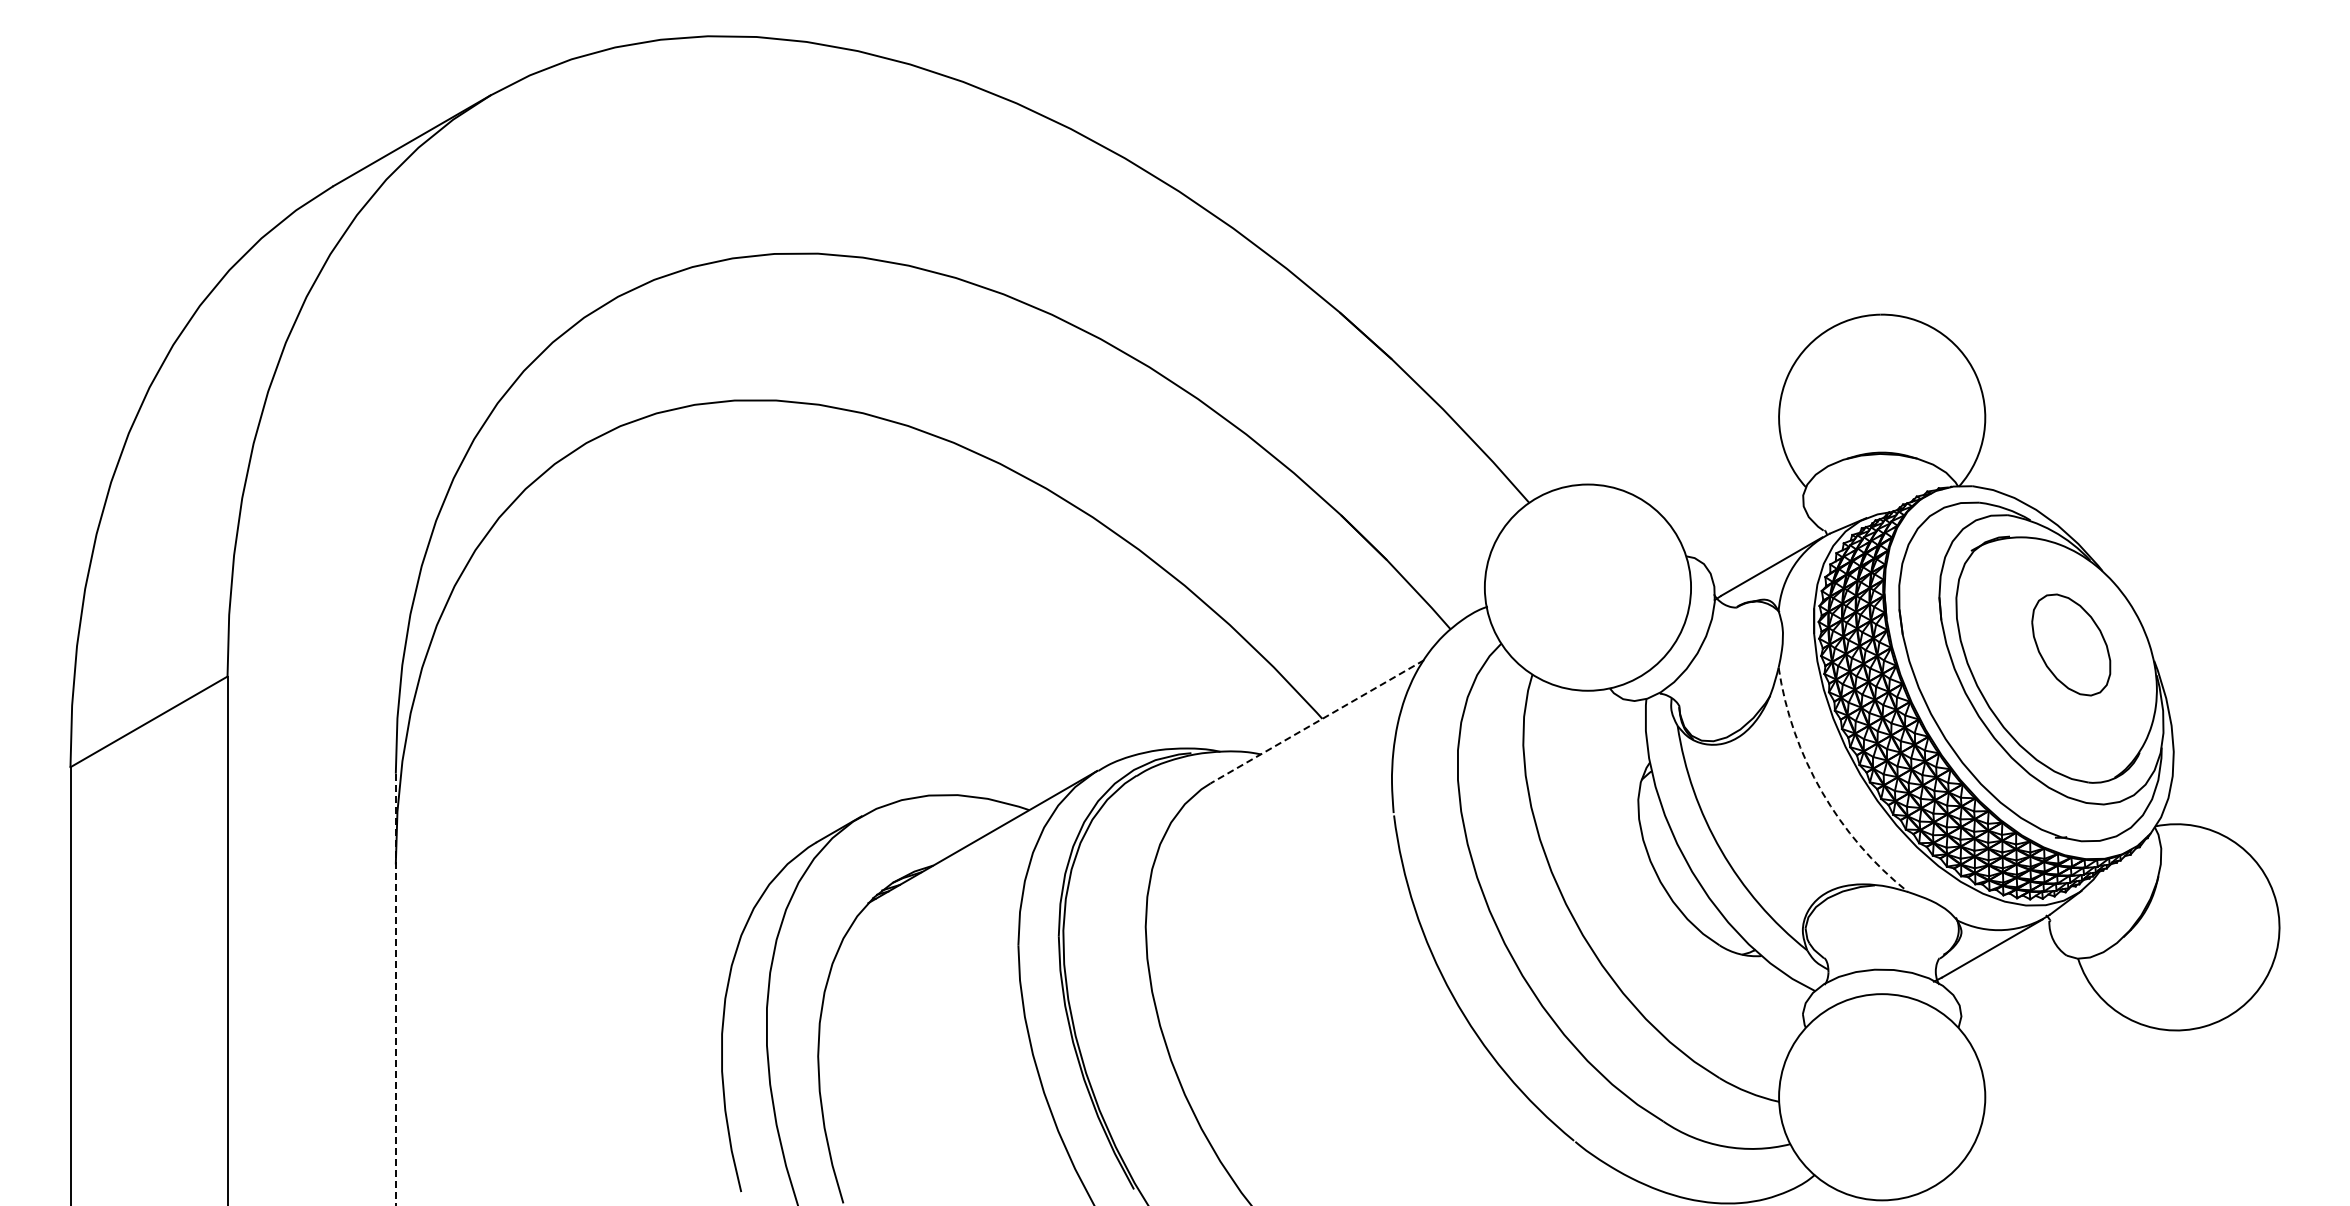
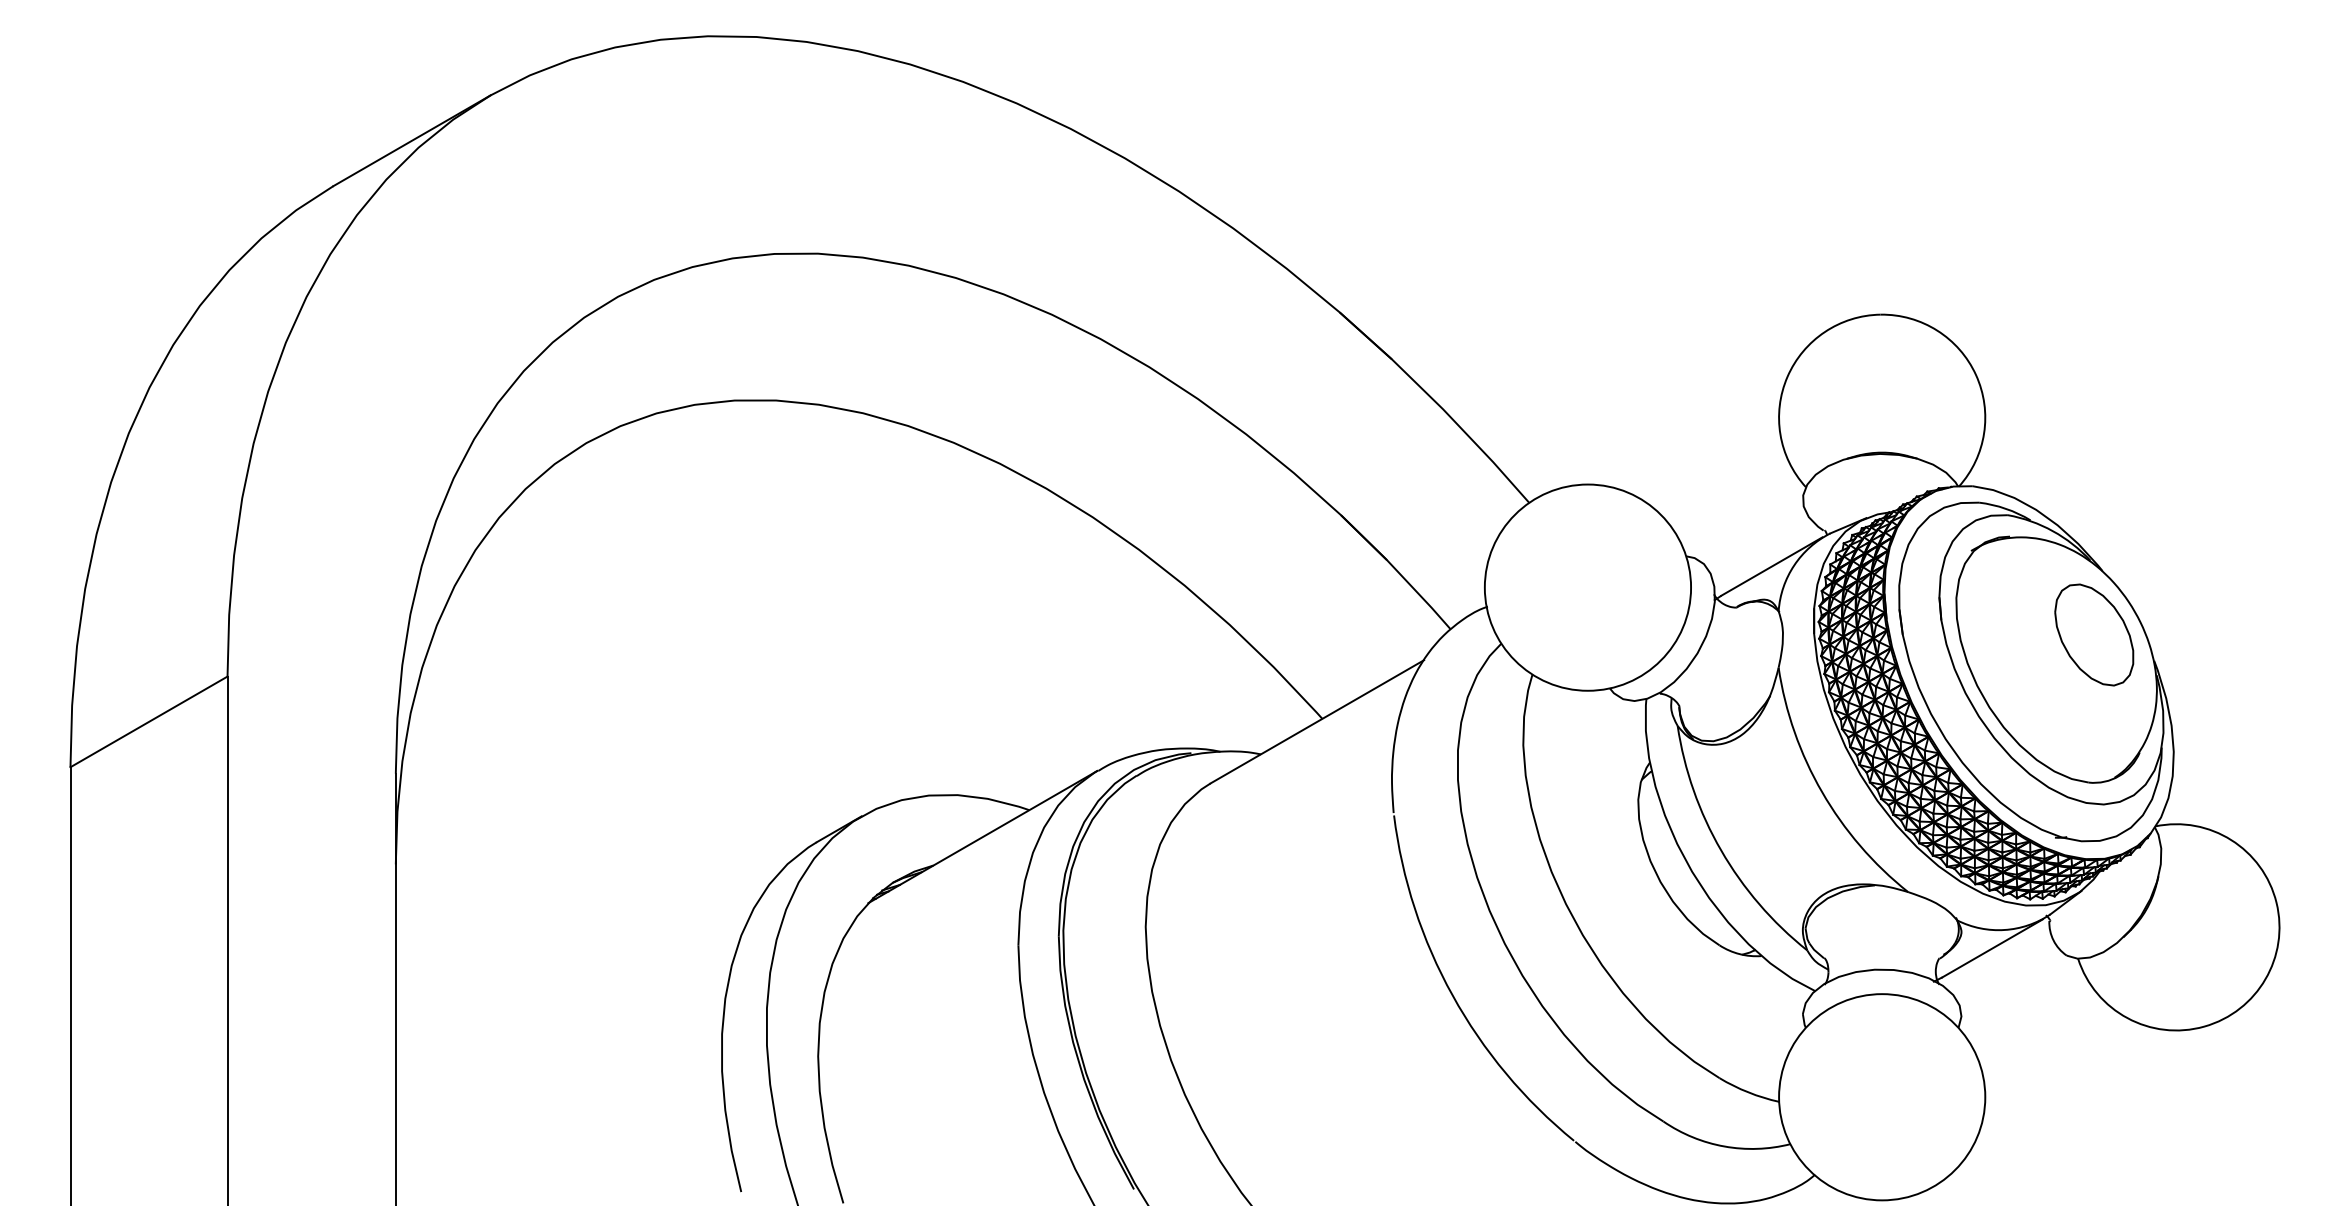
part at (2071, 644) position: (2071, 644) -> (2094, 634)
line at (1316, 722): dashed -> solid
arc at (1822, 792): dashed -> solid
line at (395, 989): dashed -> solid
